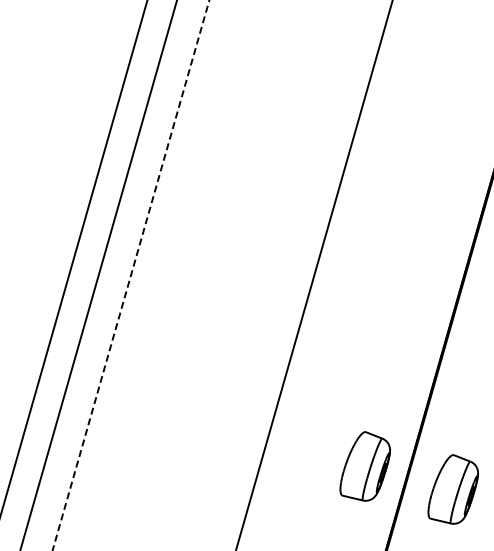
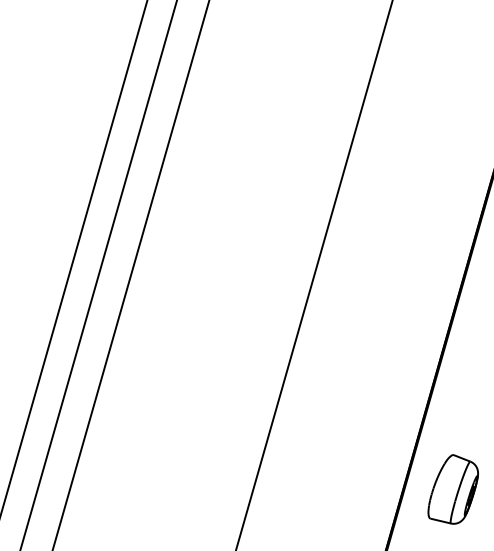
line at (130, 275): dashed -> solid
part at (364, 466): present -> none
